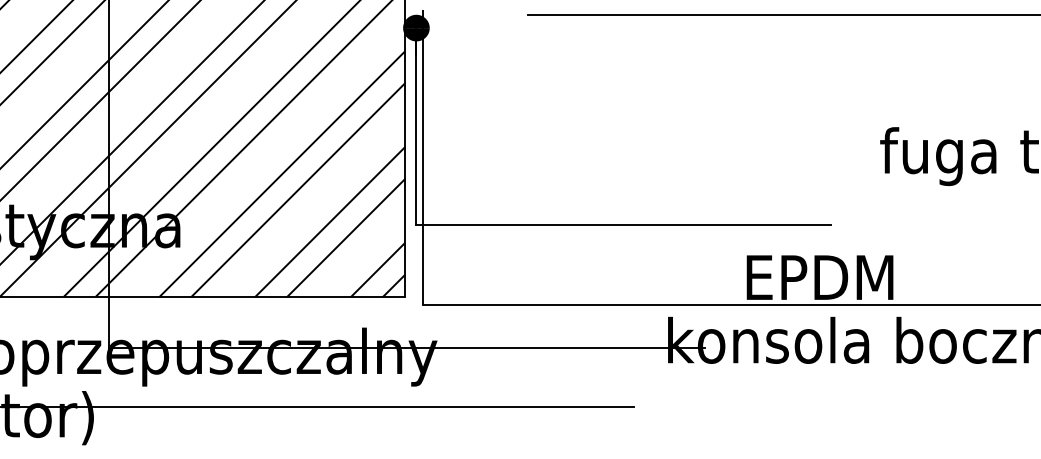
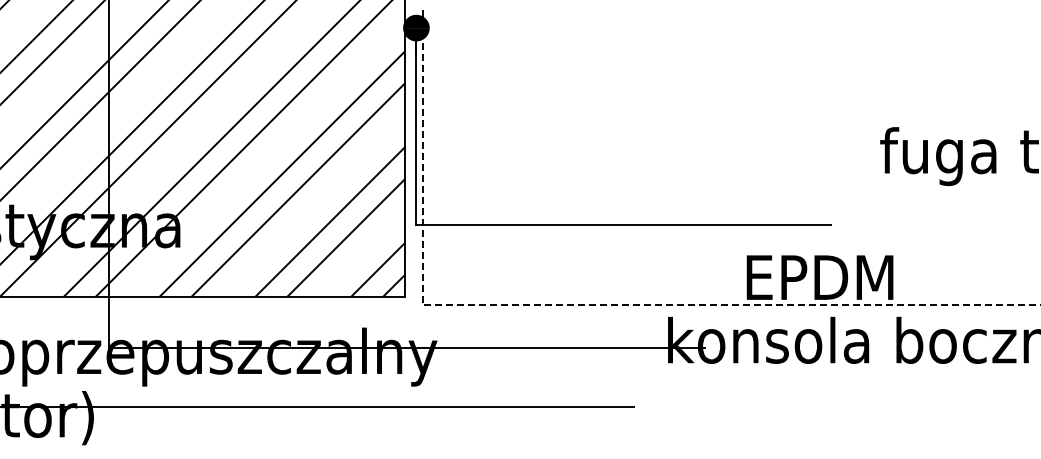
line at (782, 15): present -> none
line at (583, 305): solid -> dashed
